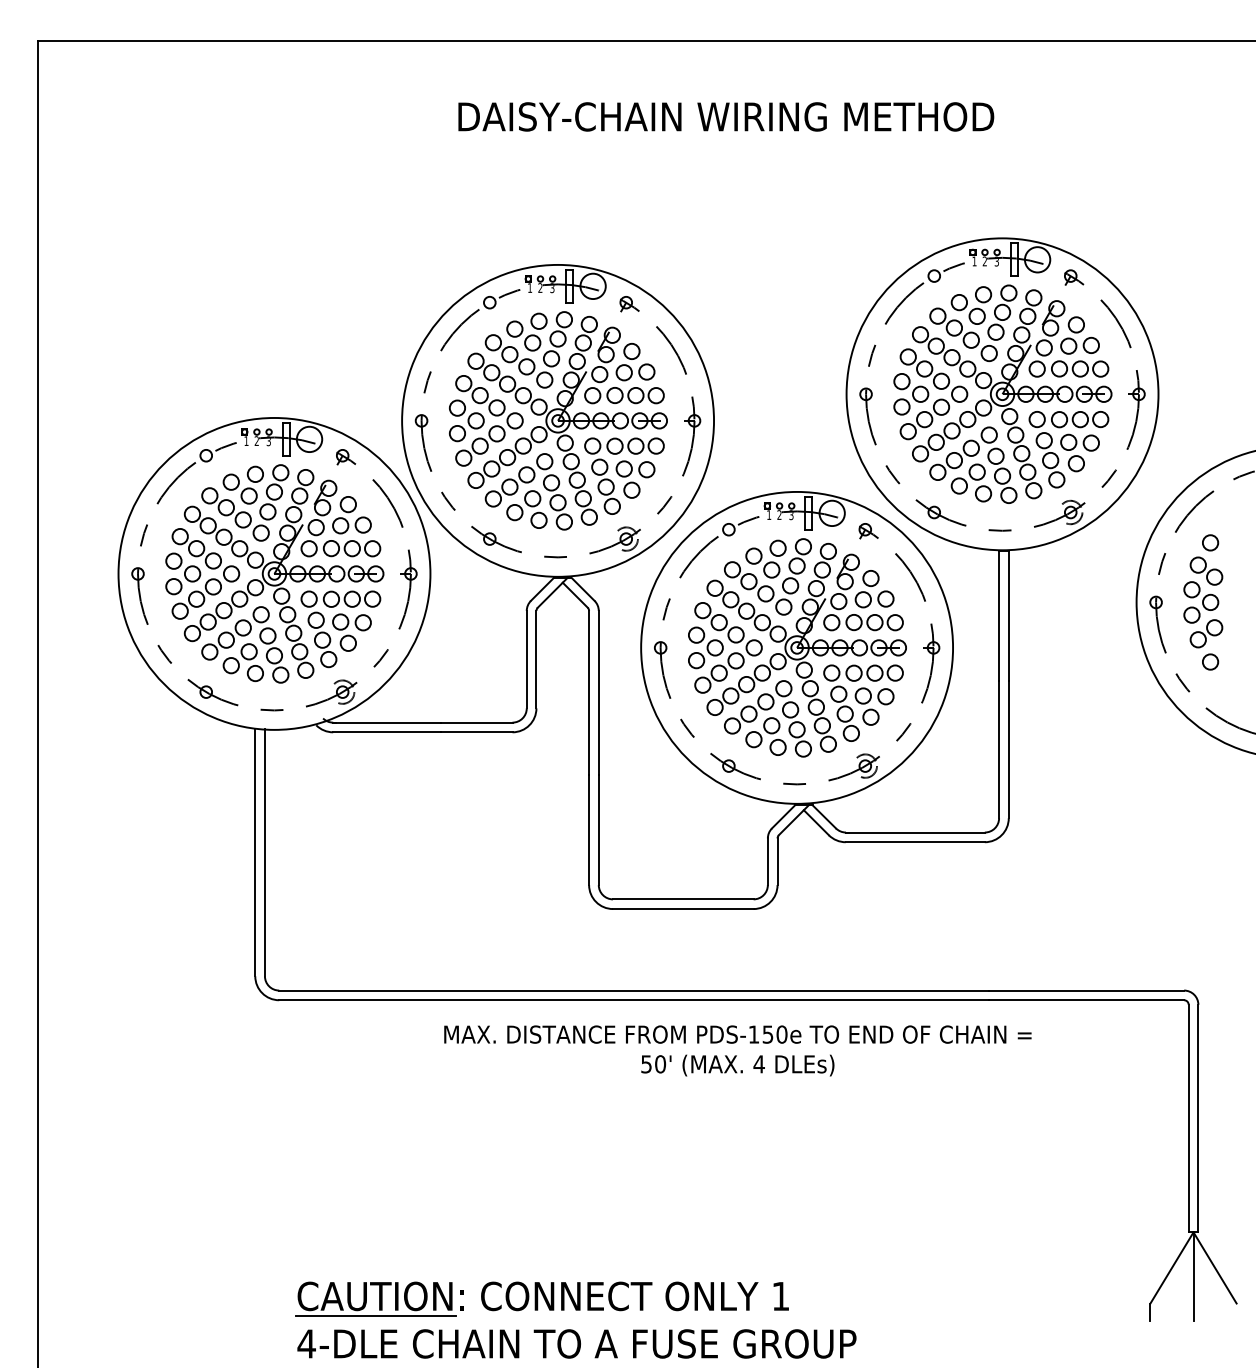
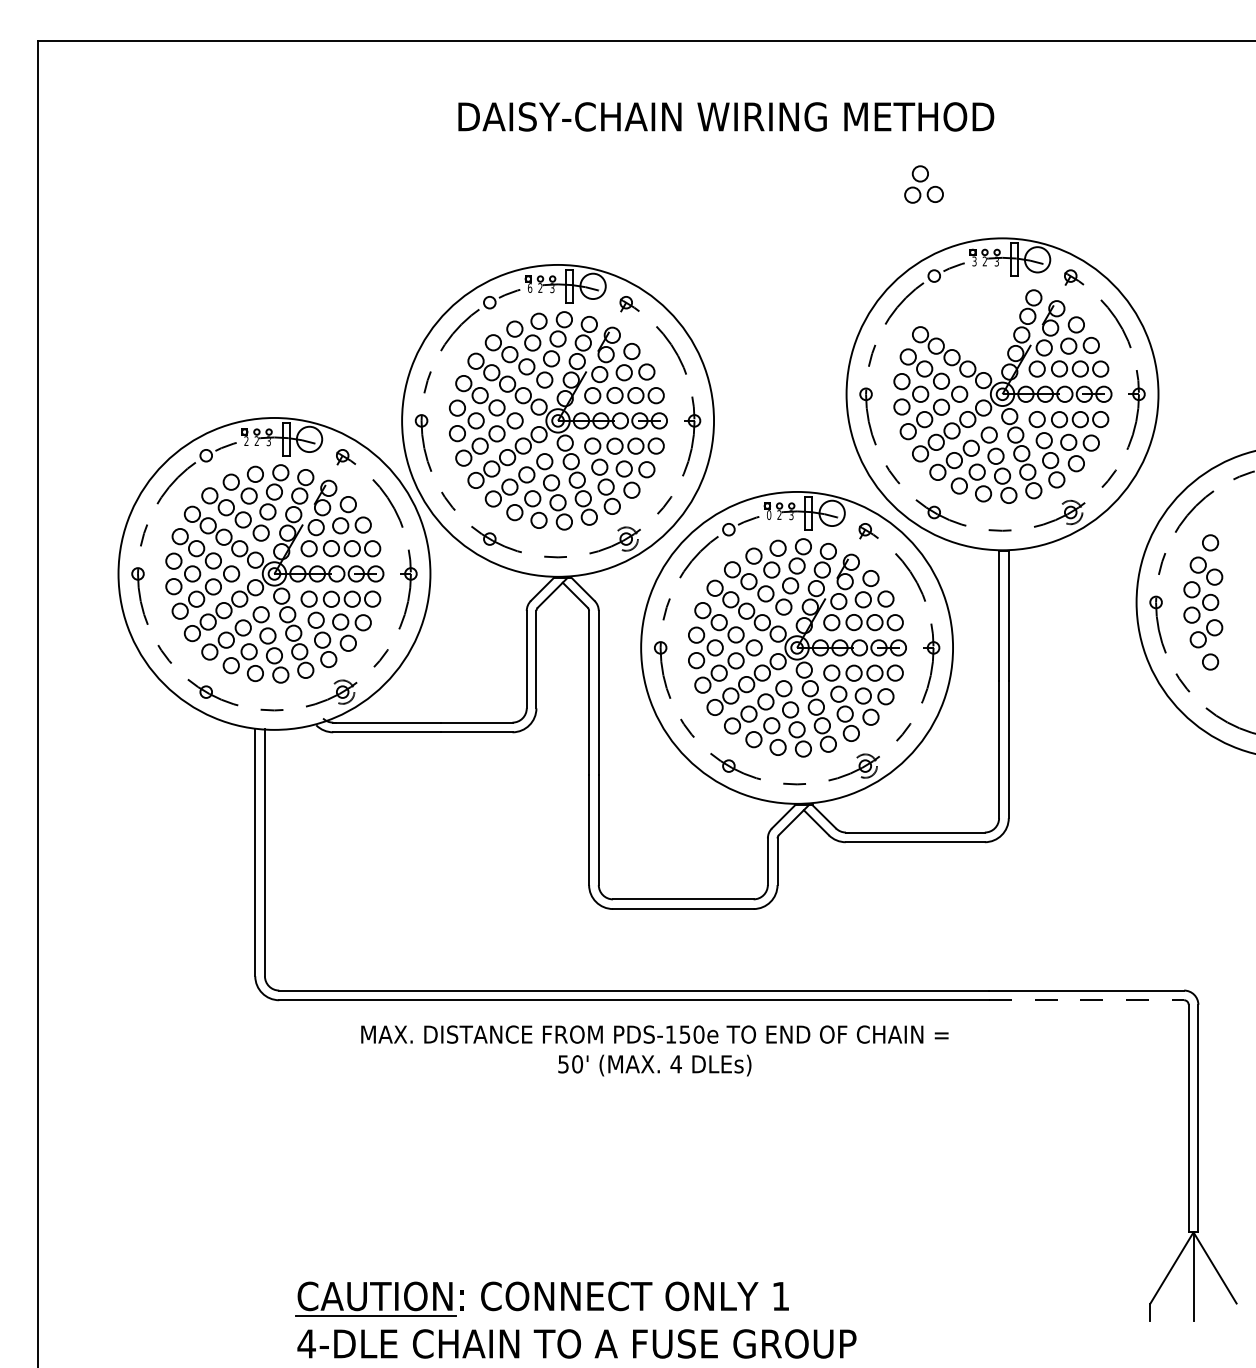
part at (923, 184): none -> present
text at (974, 261): 1 -> 3
text at (529, 287): 1 -> 6
part at (973, 323): present -> none
text at (246, 440): 1 -> 2
text at (769, 514): 1 -> 0
line at (1087, 1000): solid -> dashed
text at (737, 1050) position: (737, 1050) -> (654, 1050)
